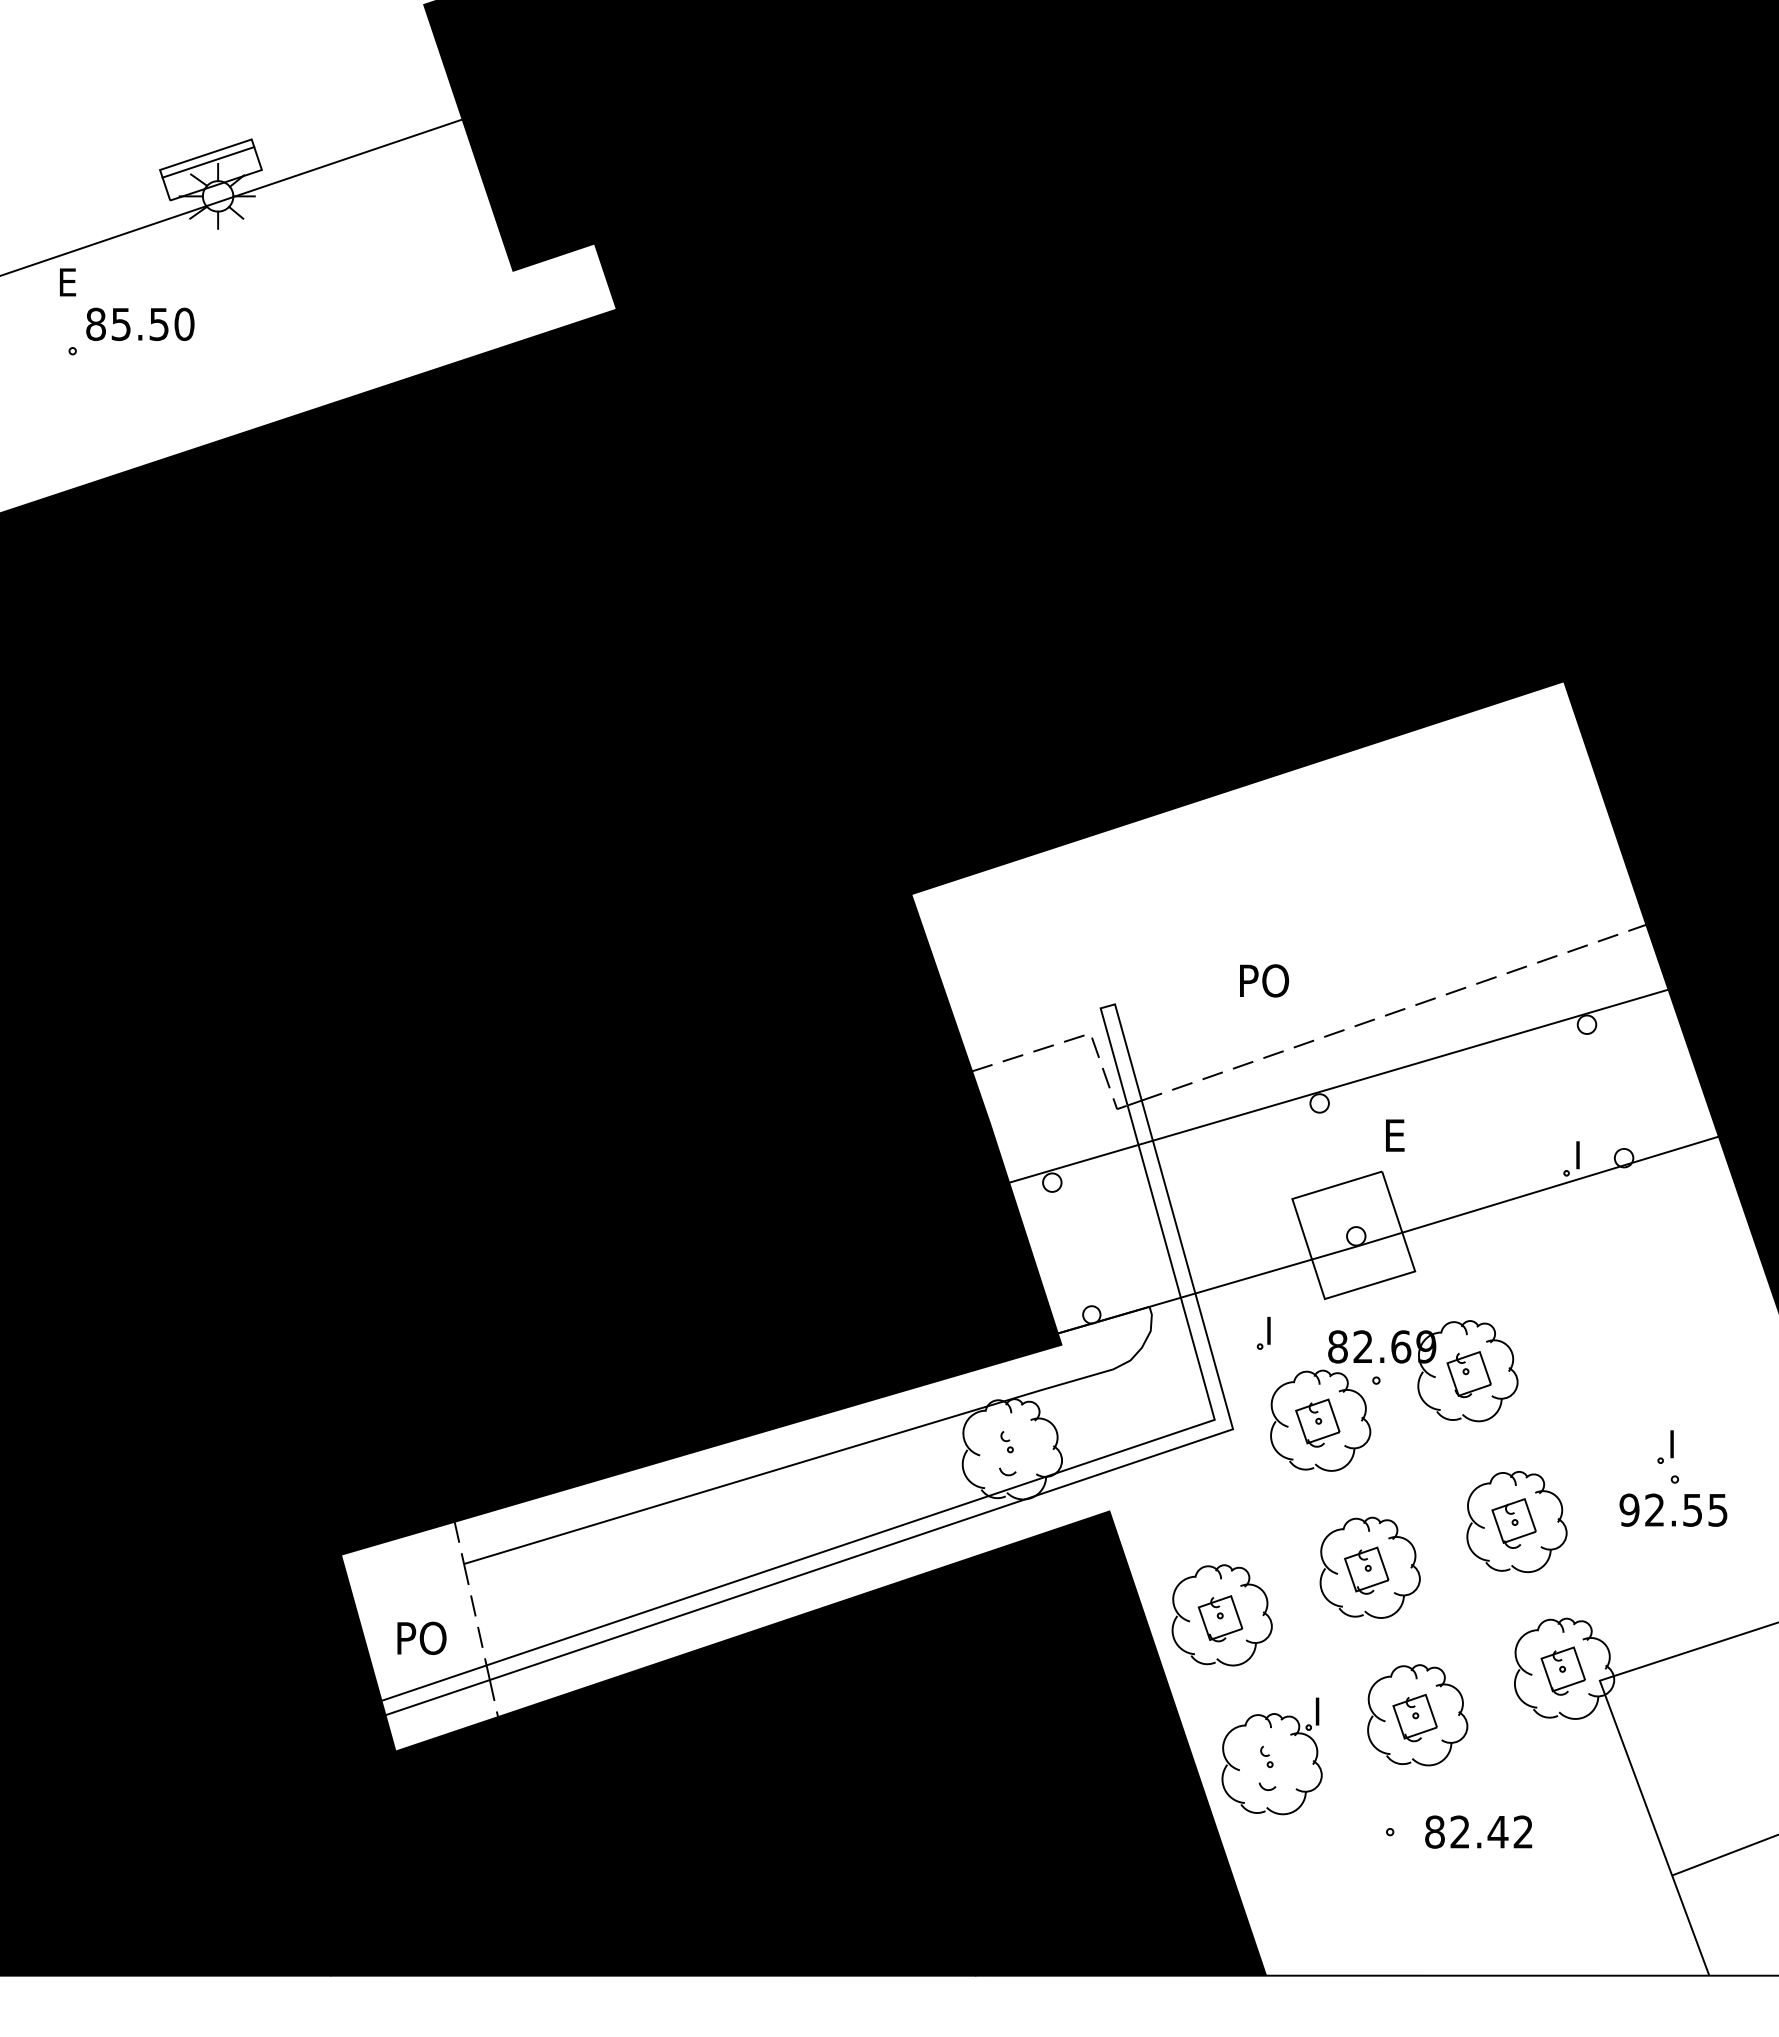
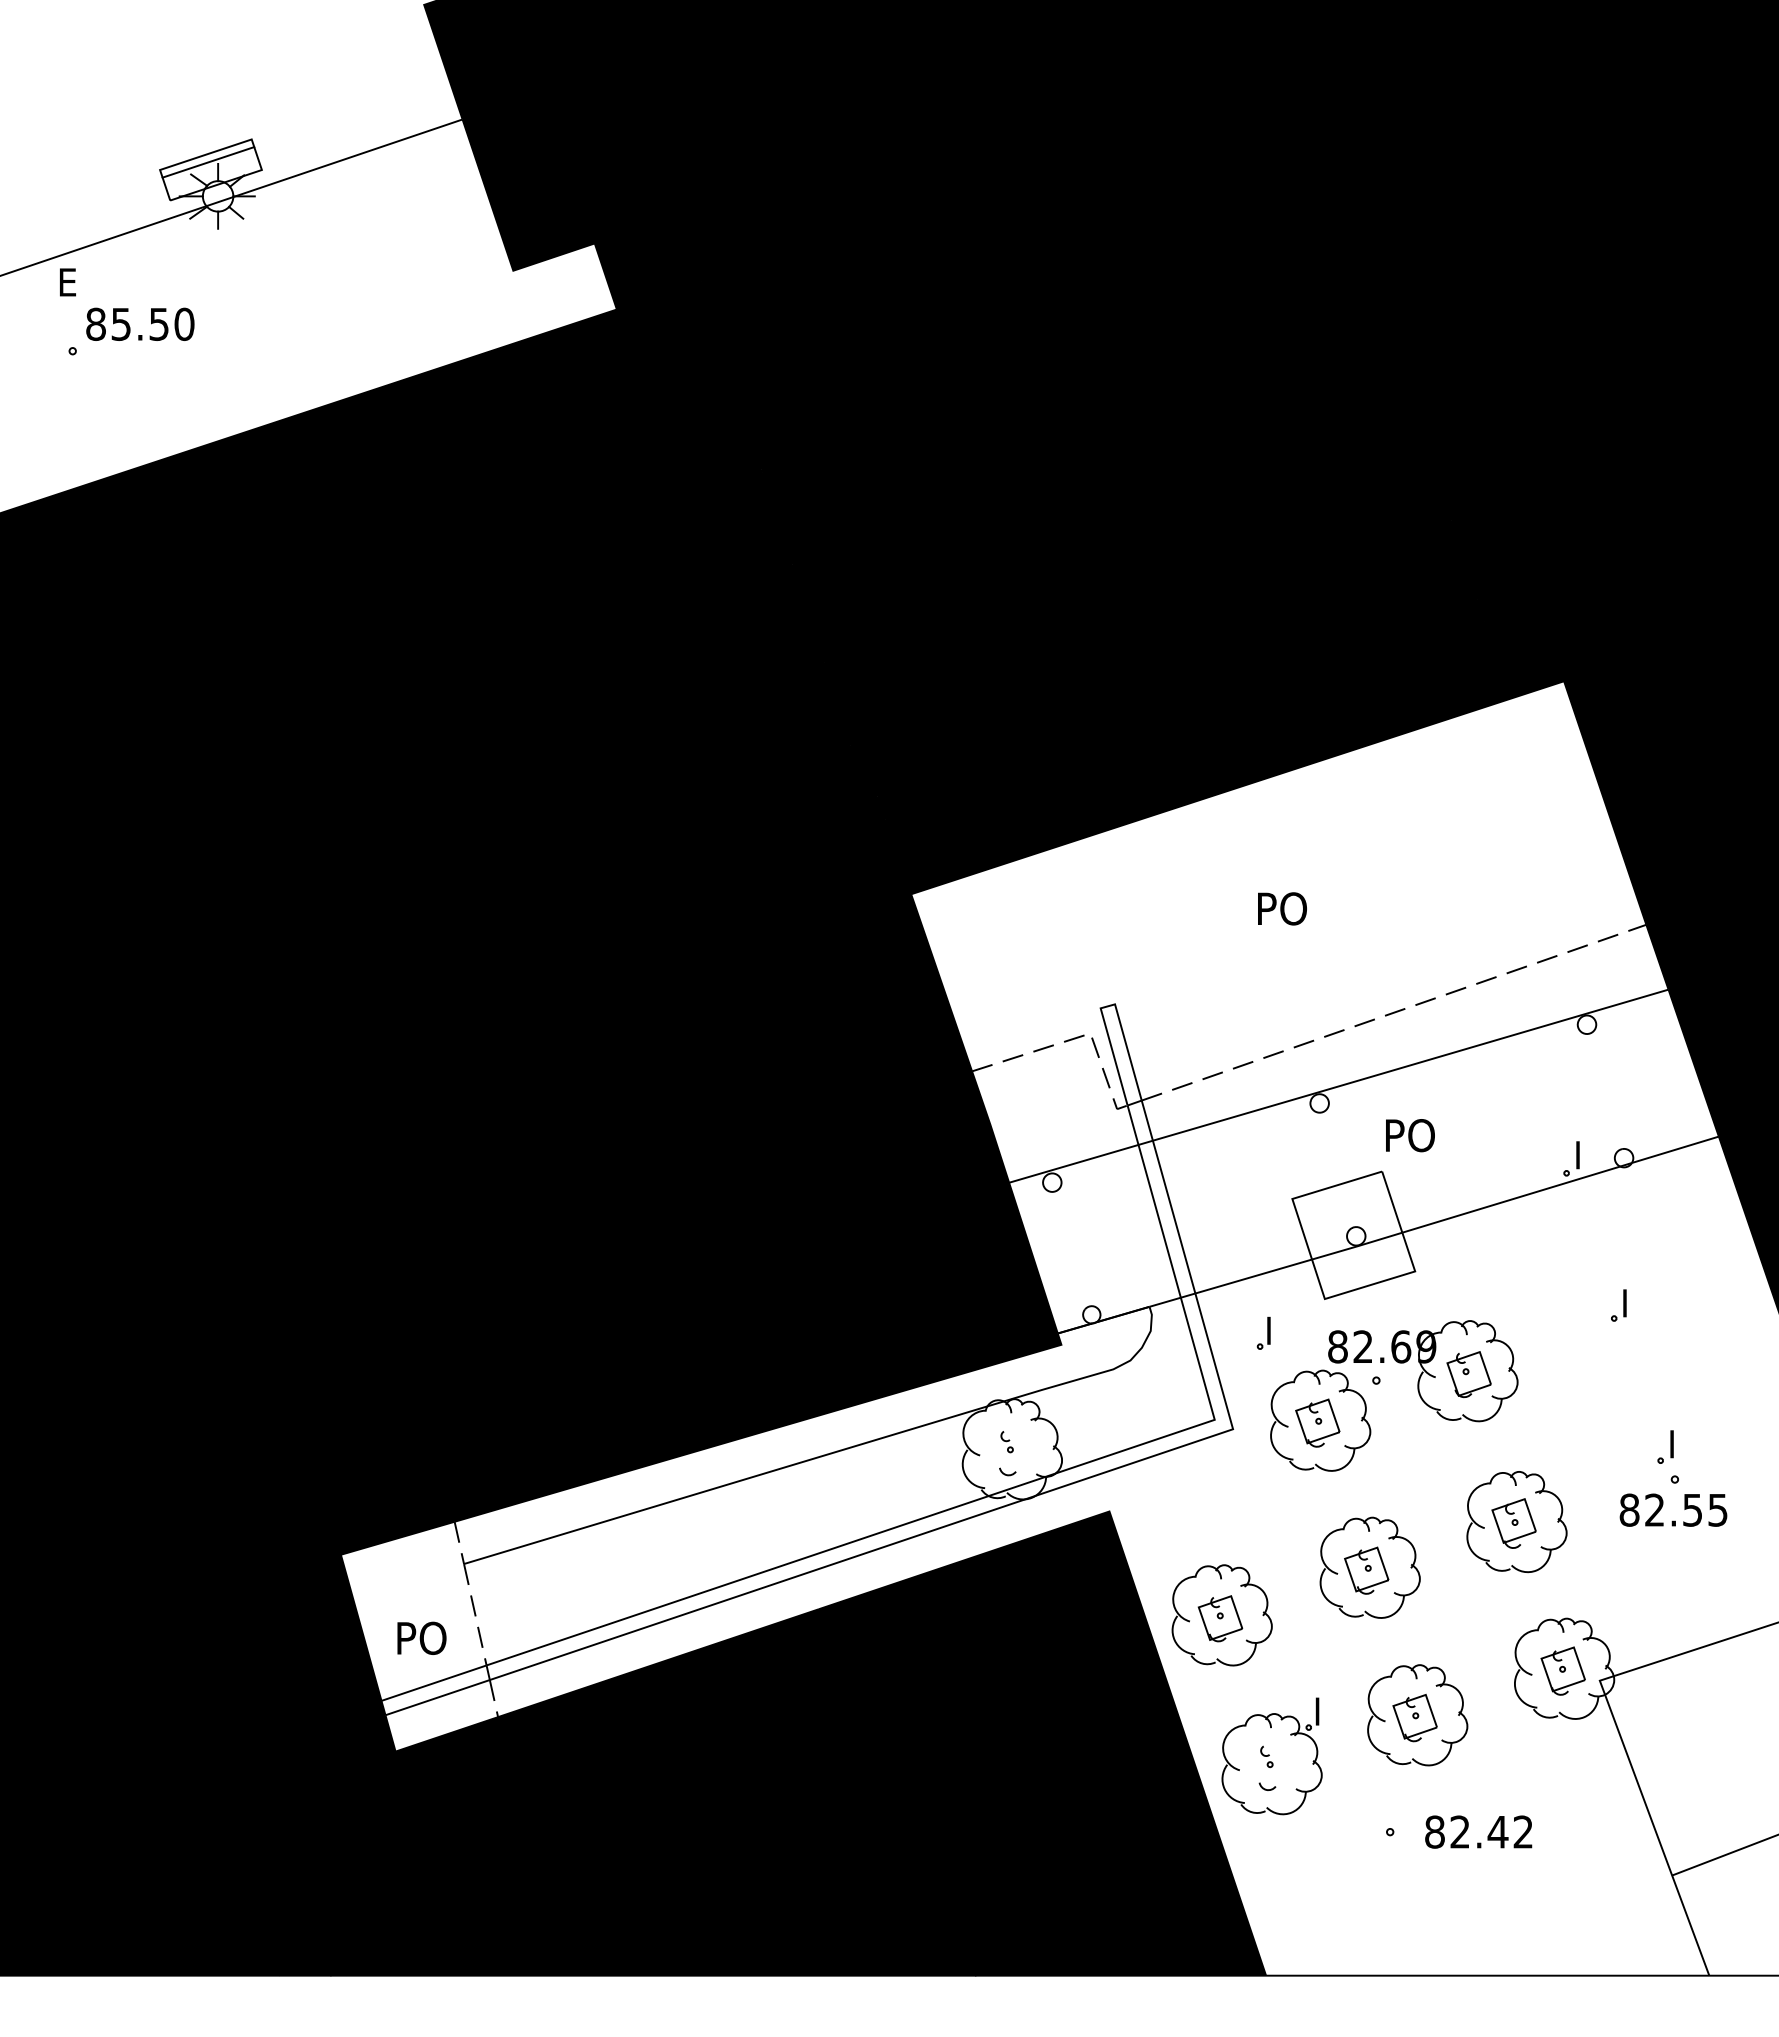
text at (1264, 980) position: (1264, 980) -> (1282, 908)
text at (1411, 1135): E -> PO
part at (1618, 1305): none -> present
text at (1629, 1509): 92.55 -> 82.55
